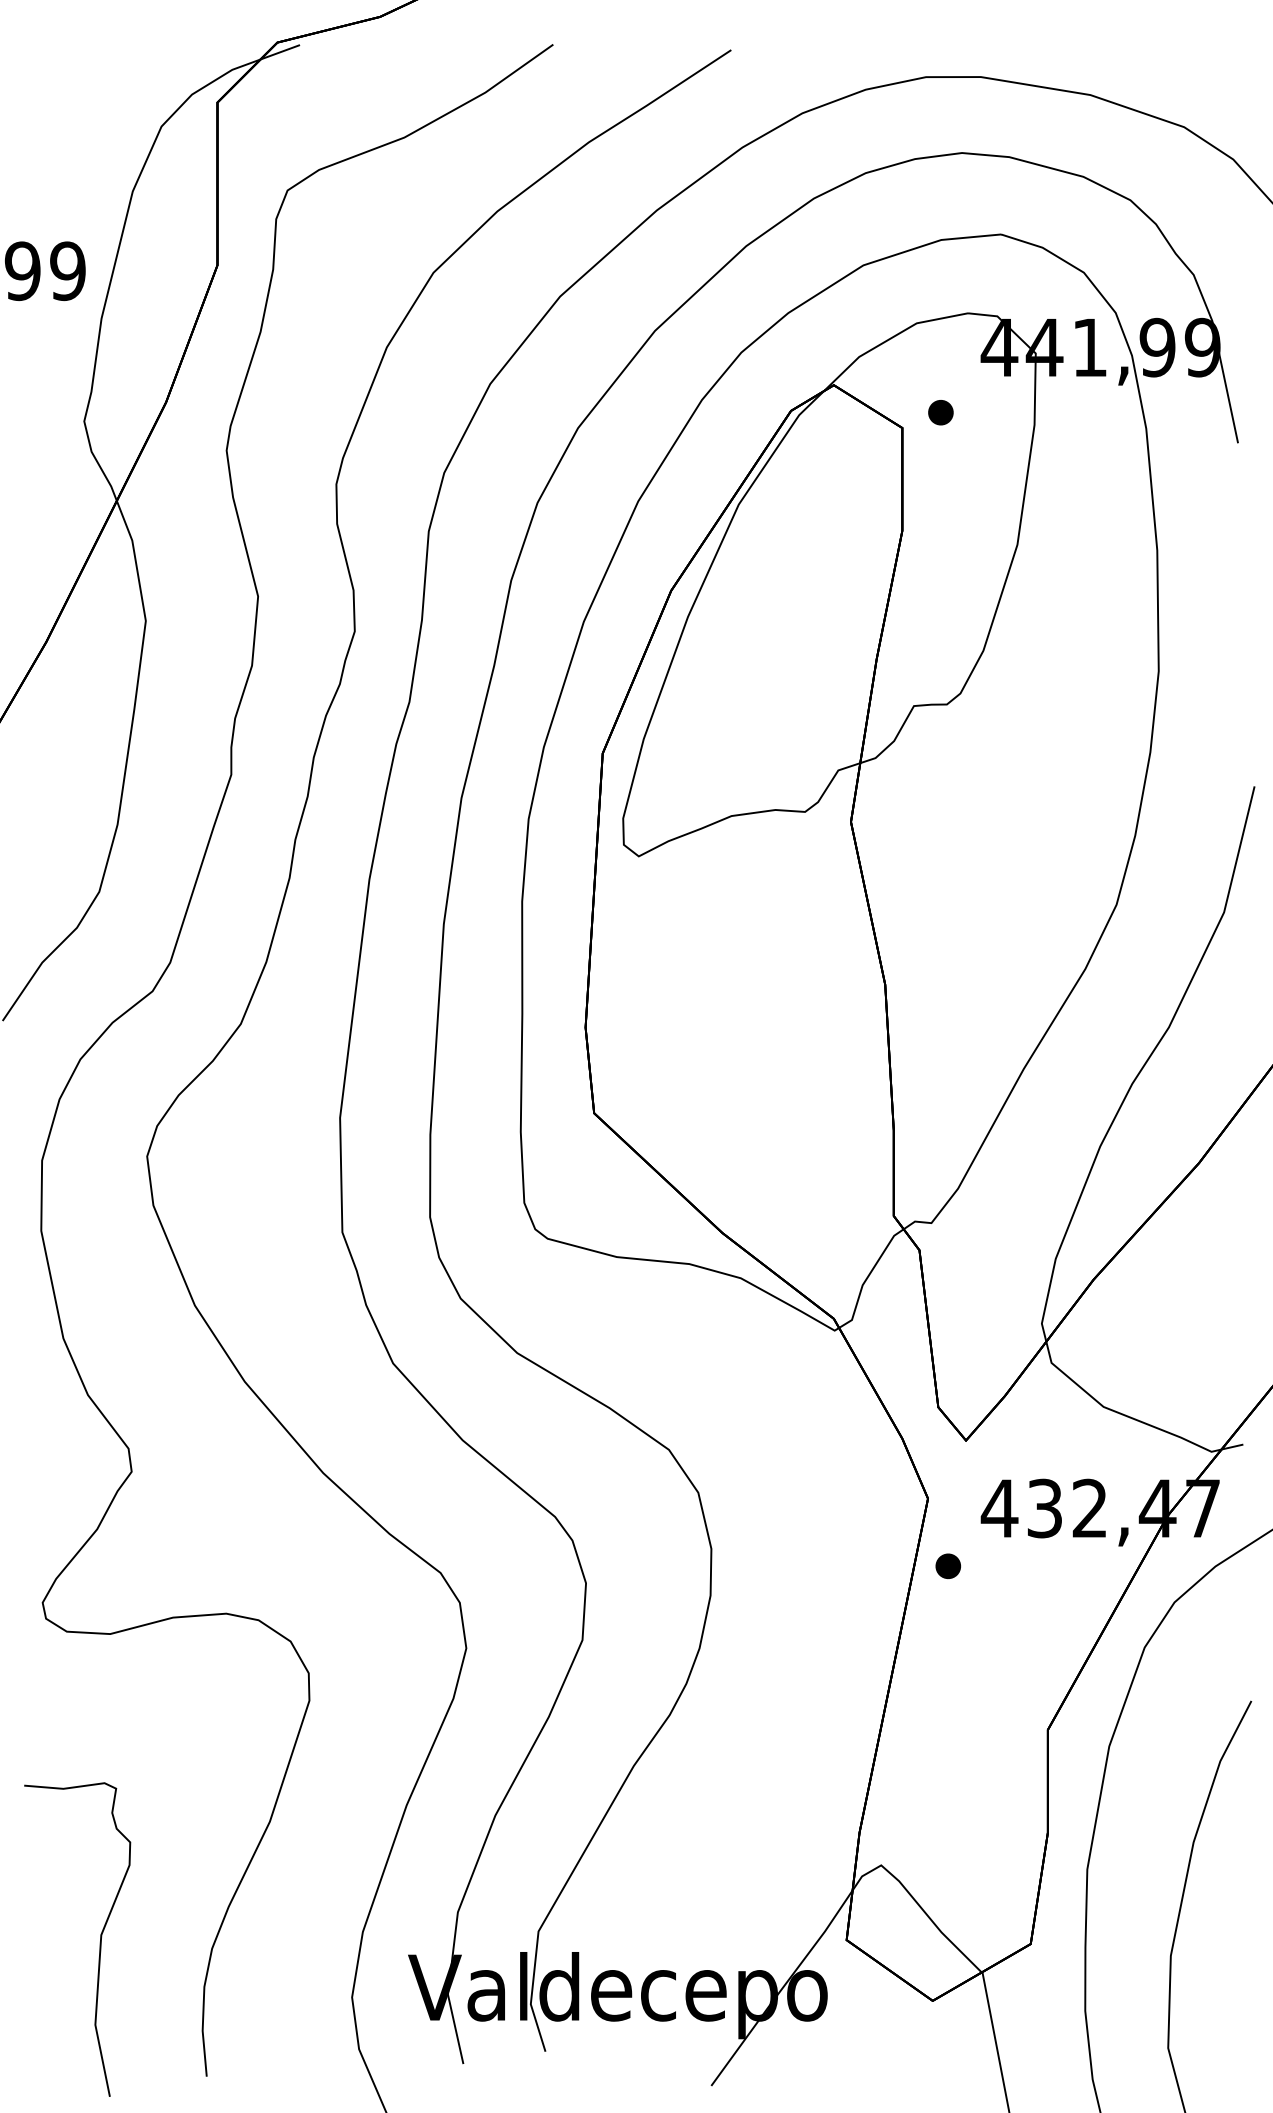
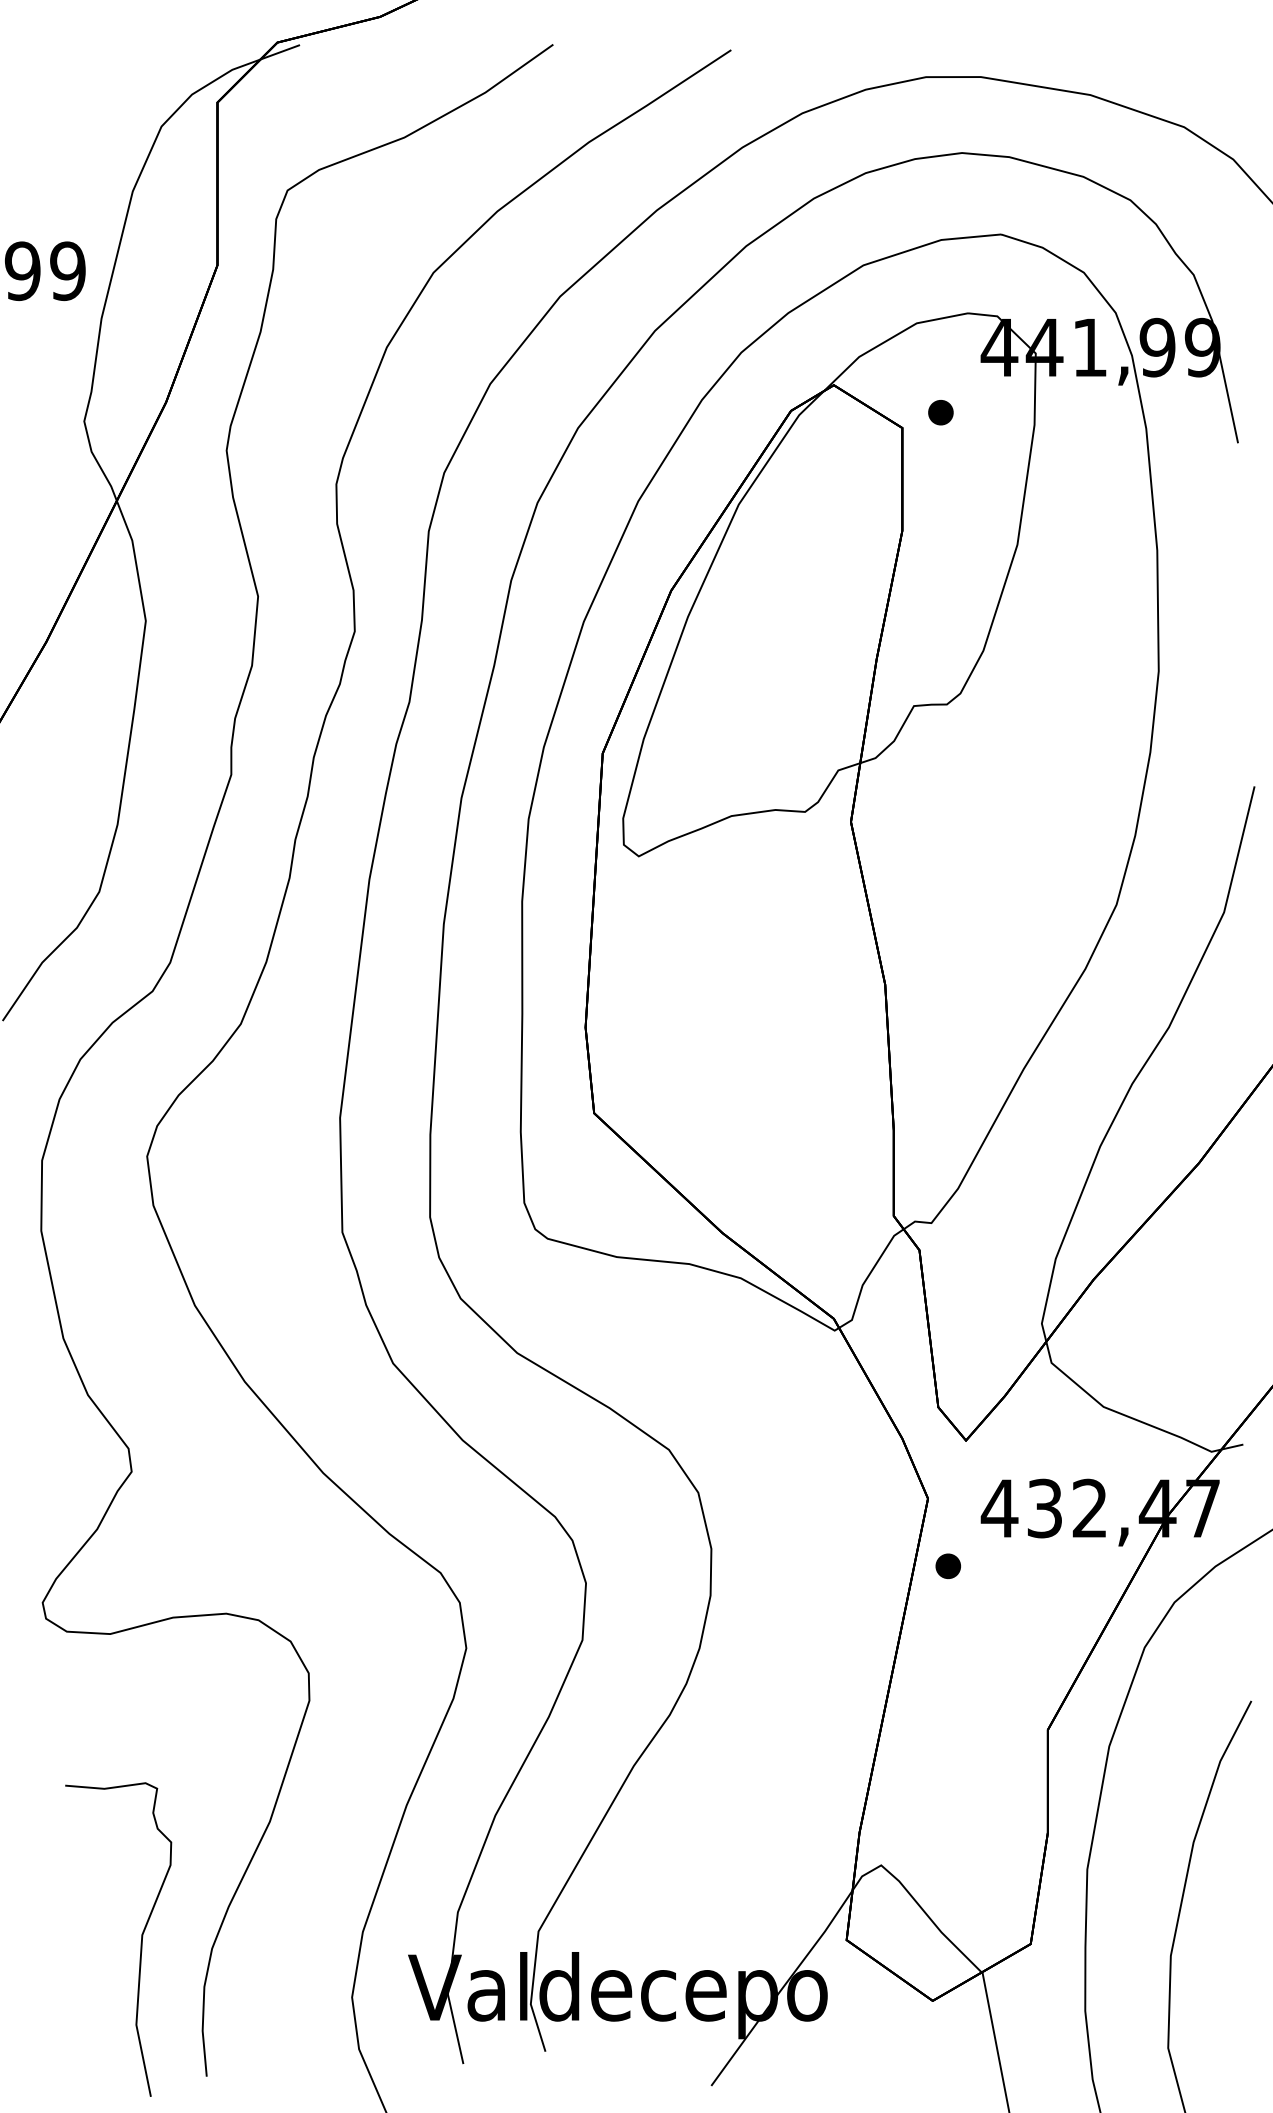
curve at (99, 1942) position: (99, 1942) -> (140, 1942)
